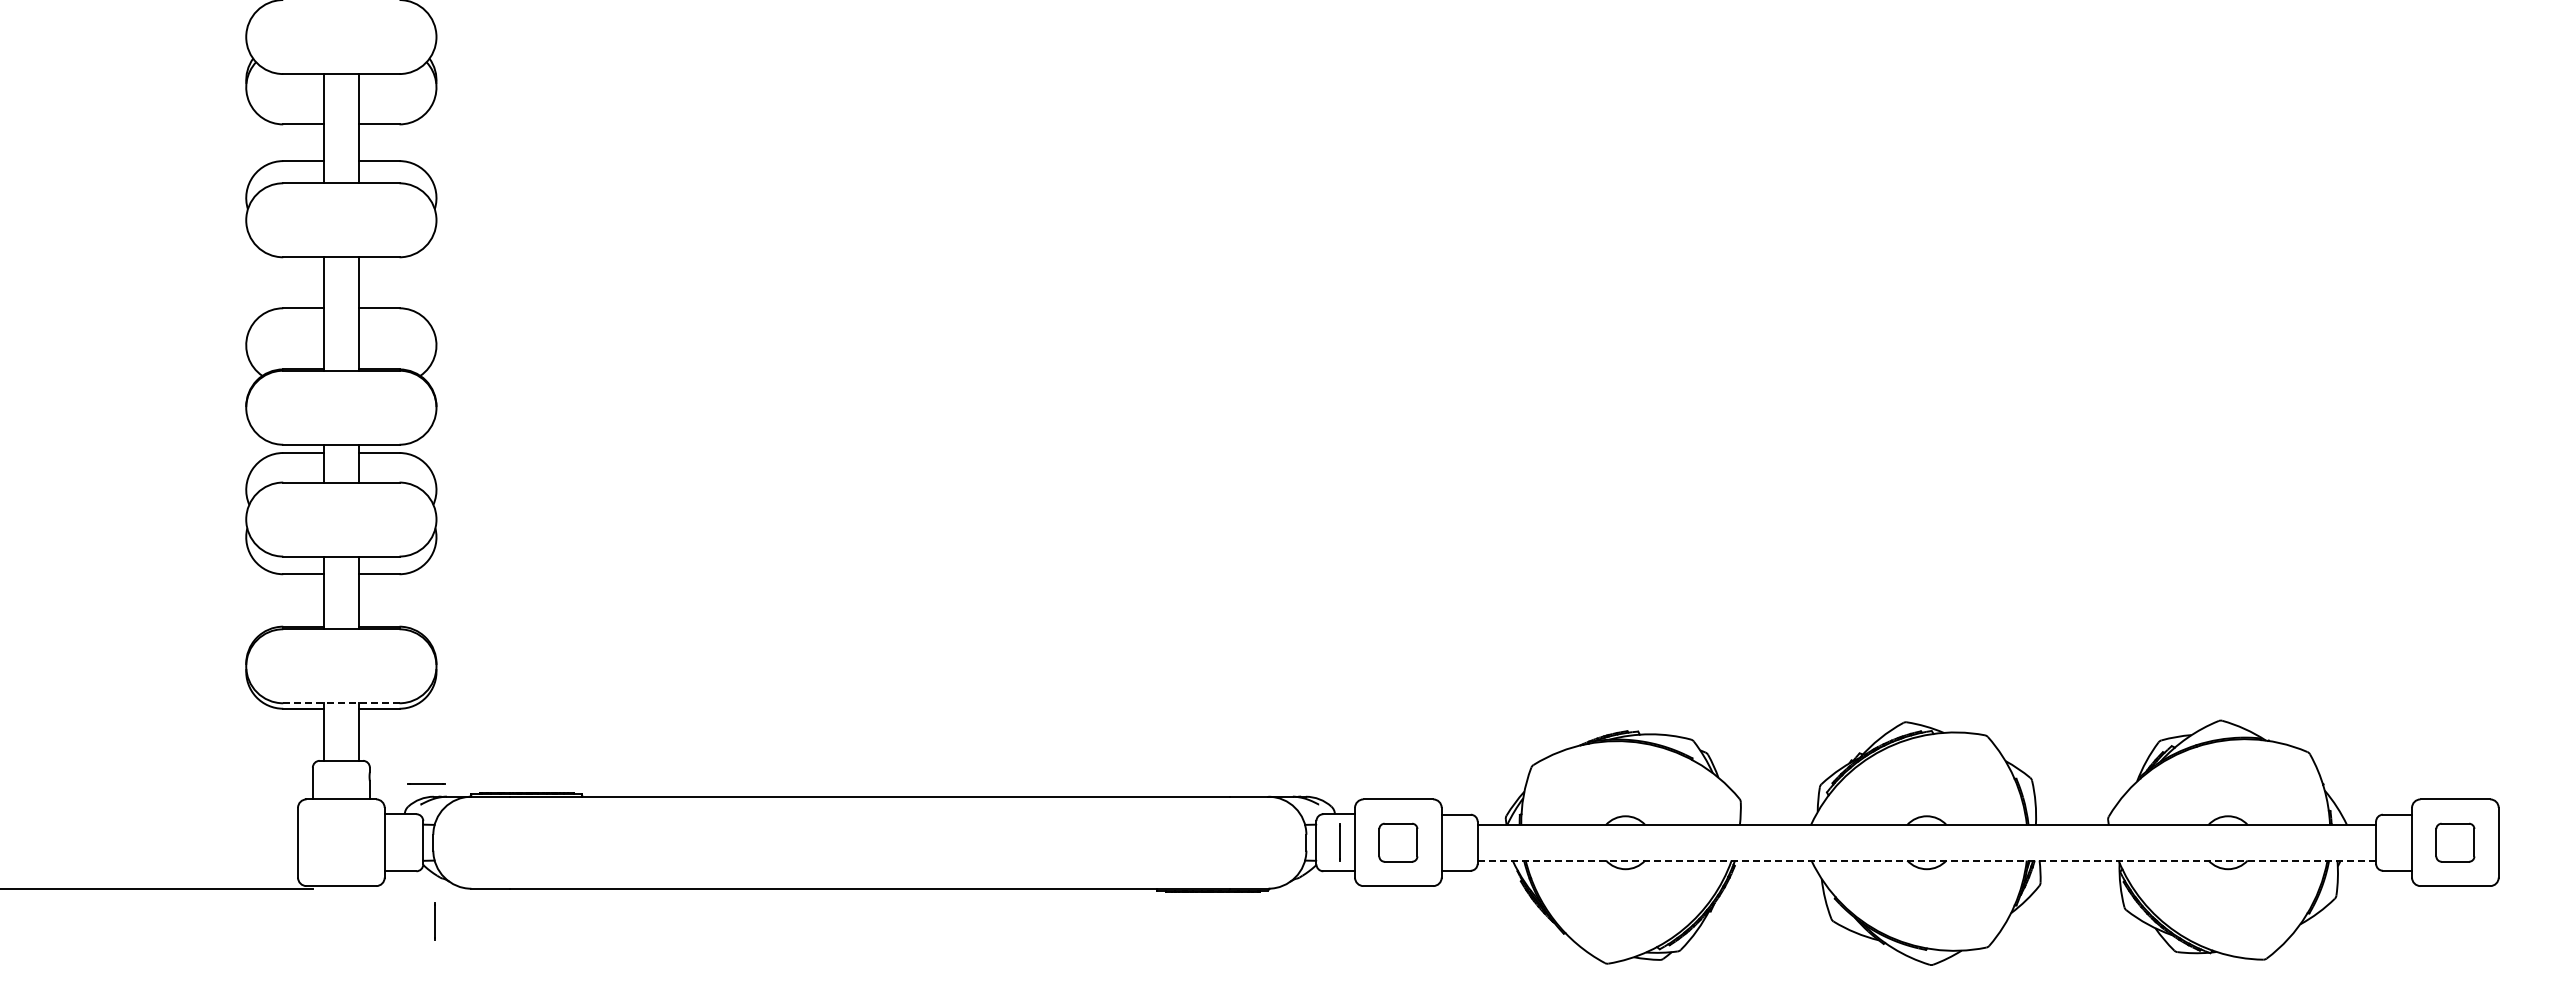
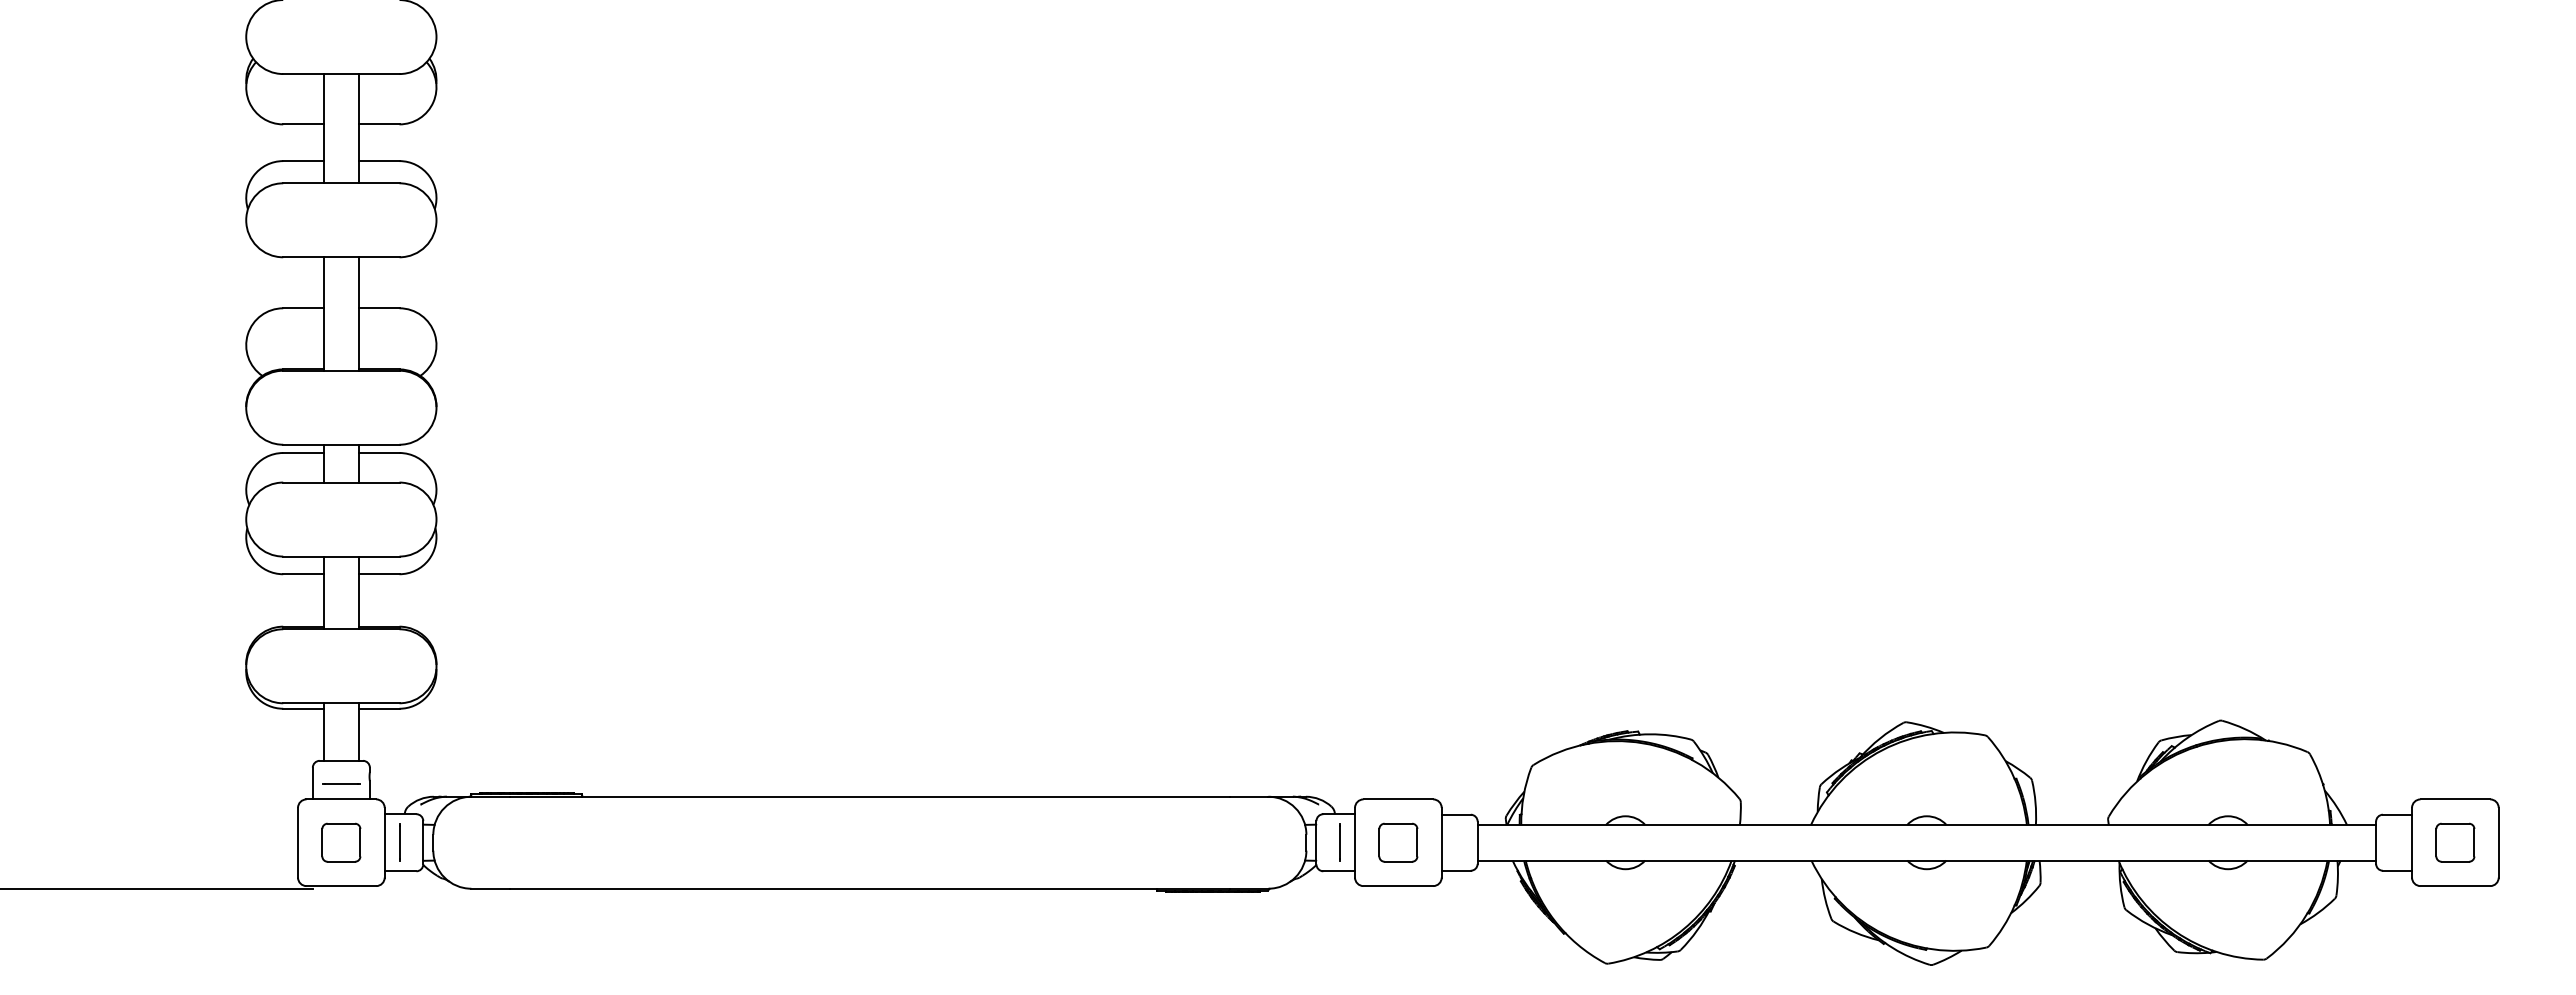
line at (341, 703): dashed -> solid
line at (426, 783) position: (426, 783) -> (341, 783)
part at (341, 842): none -> present
line at (1926, 860): dashed -> solid
line at (434, 921) position: (434, 921) -> (399, 842)
